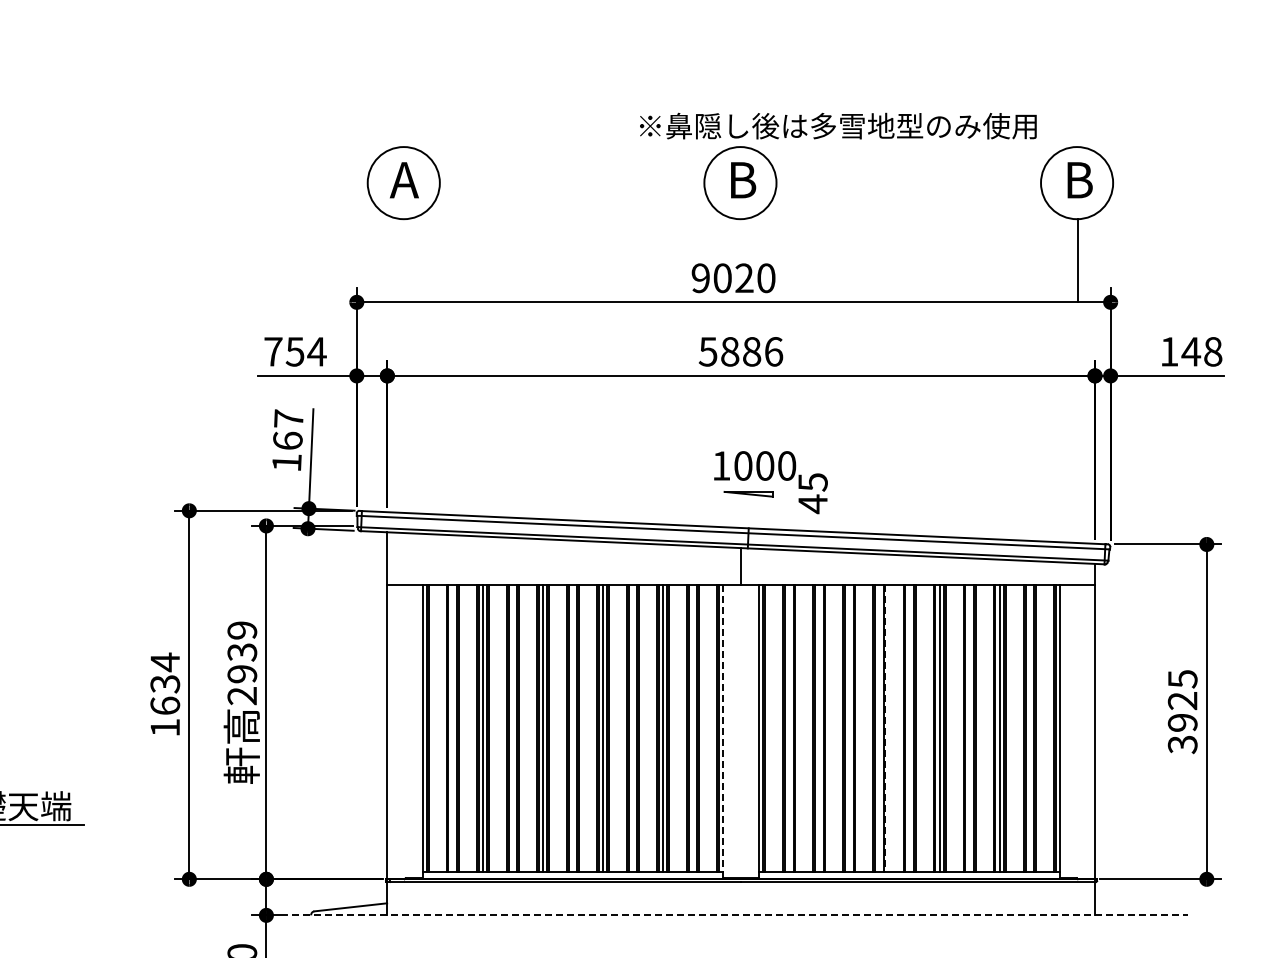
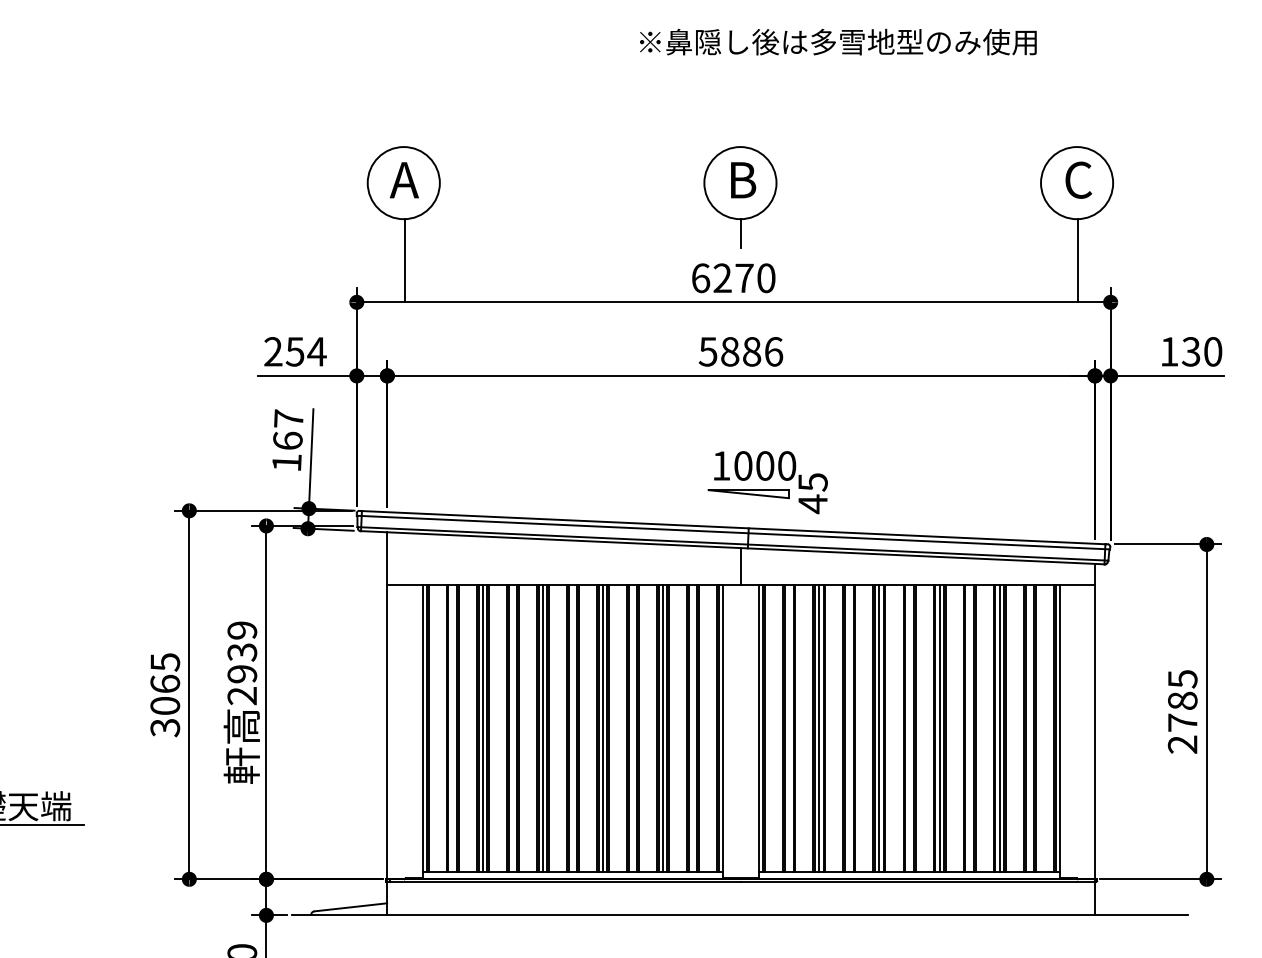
text at (838, 125) position: (838, 125) -> (838, 41)
text at (1078, 179): B -> C
line at (741, 233): none -> present
line at (404, 260): none -> present
text at (722, 278): 9020 -> 6270
text at (273, 351): 754 -> 254
text at (1201, 351): 148 -> 130
part at (748, 494) size: 51x7 px -> 83x11 px
text at (165, 694): 1634 -> 3065
text at (1182, 722): 3925 -> 2785
line at (819, 728): none -> present
line at (879, 728): none -> present
line at (885, 729): dashed -> solid
line at (723, 731): dashed -> solid
line at (740, 915): dashed -> solid
